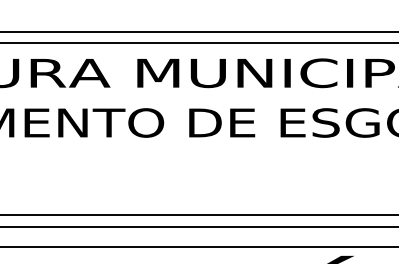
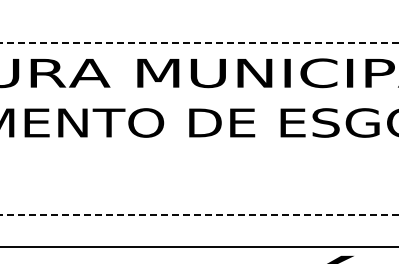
line at (198, 31): present -> none
line at (199, 43): solid -> dashed
line at (199, 215): solid -> dashed
line at (198, 226): present -> none
